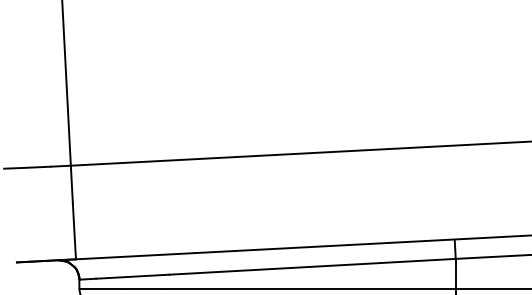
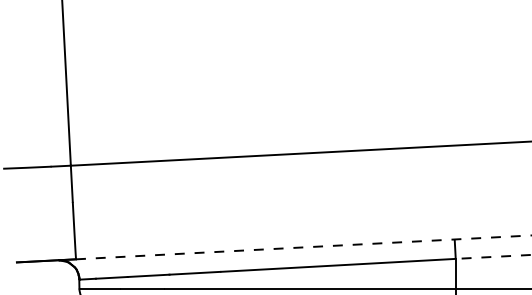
line at (303, 247): solid -> dashed
line at (493, 256): solid -> dashed
